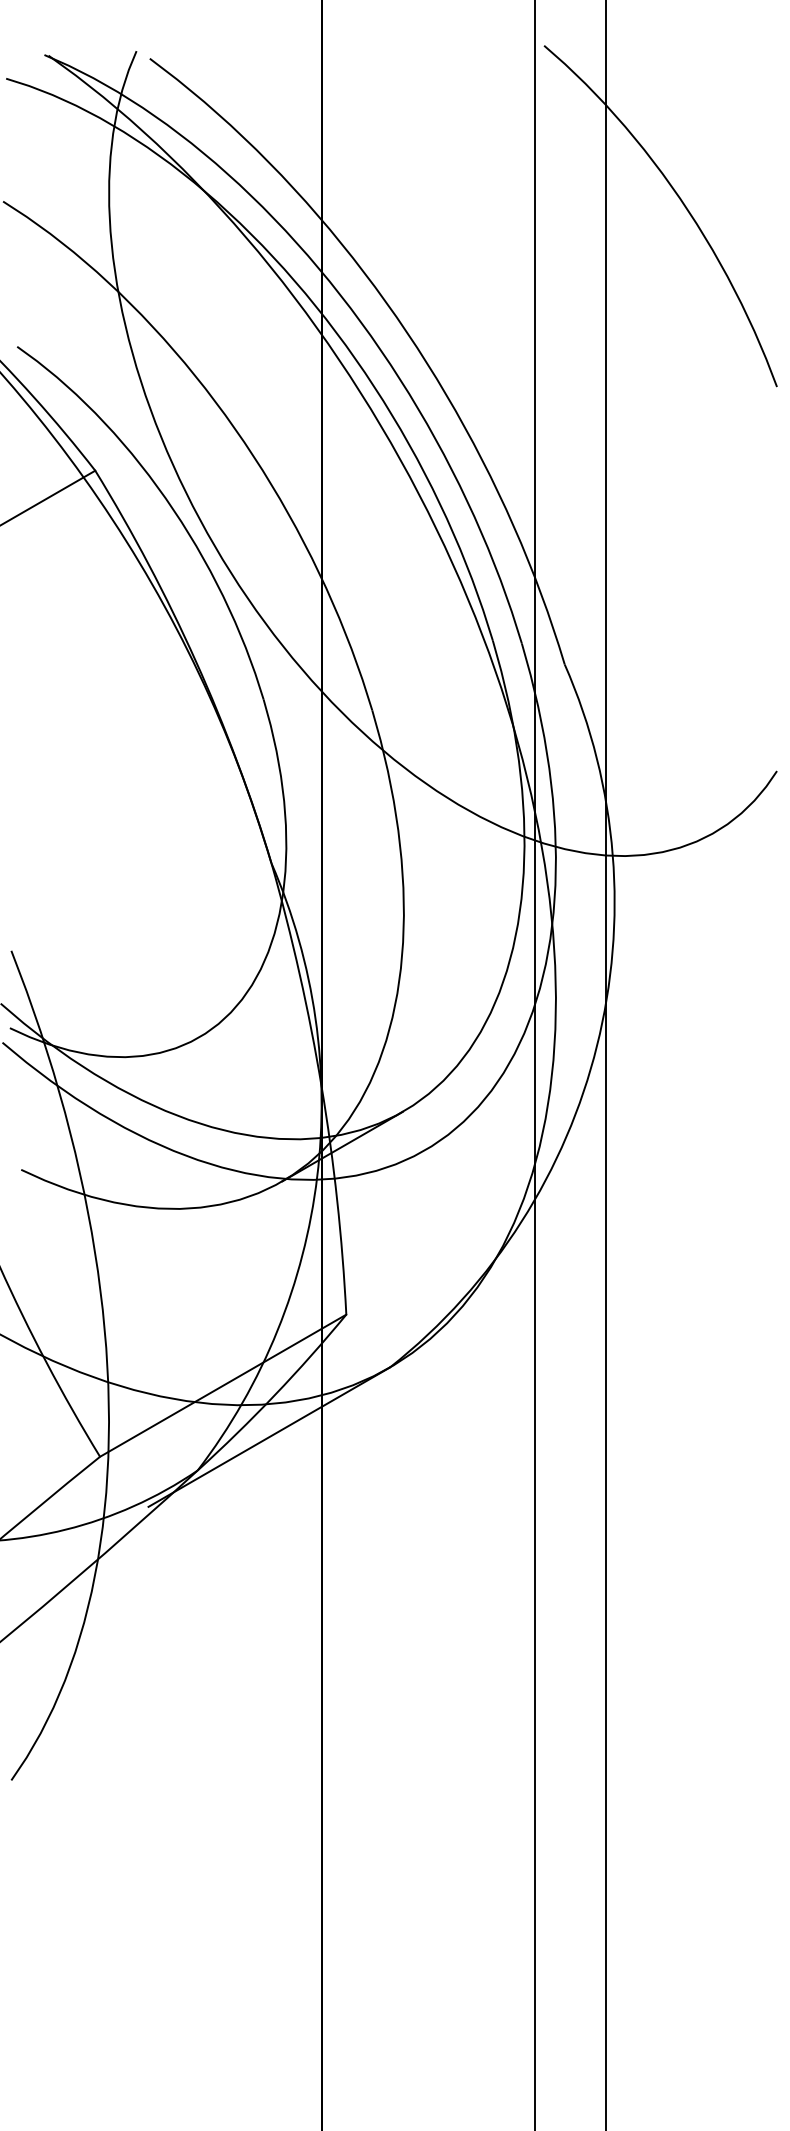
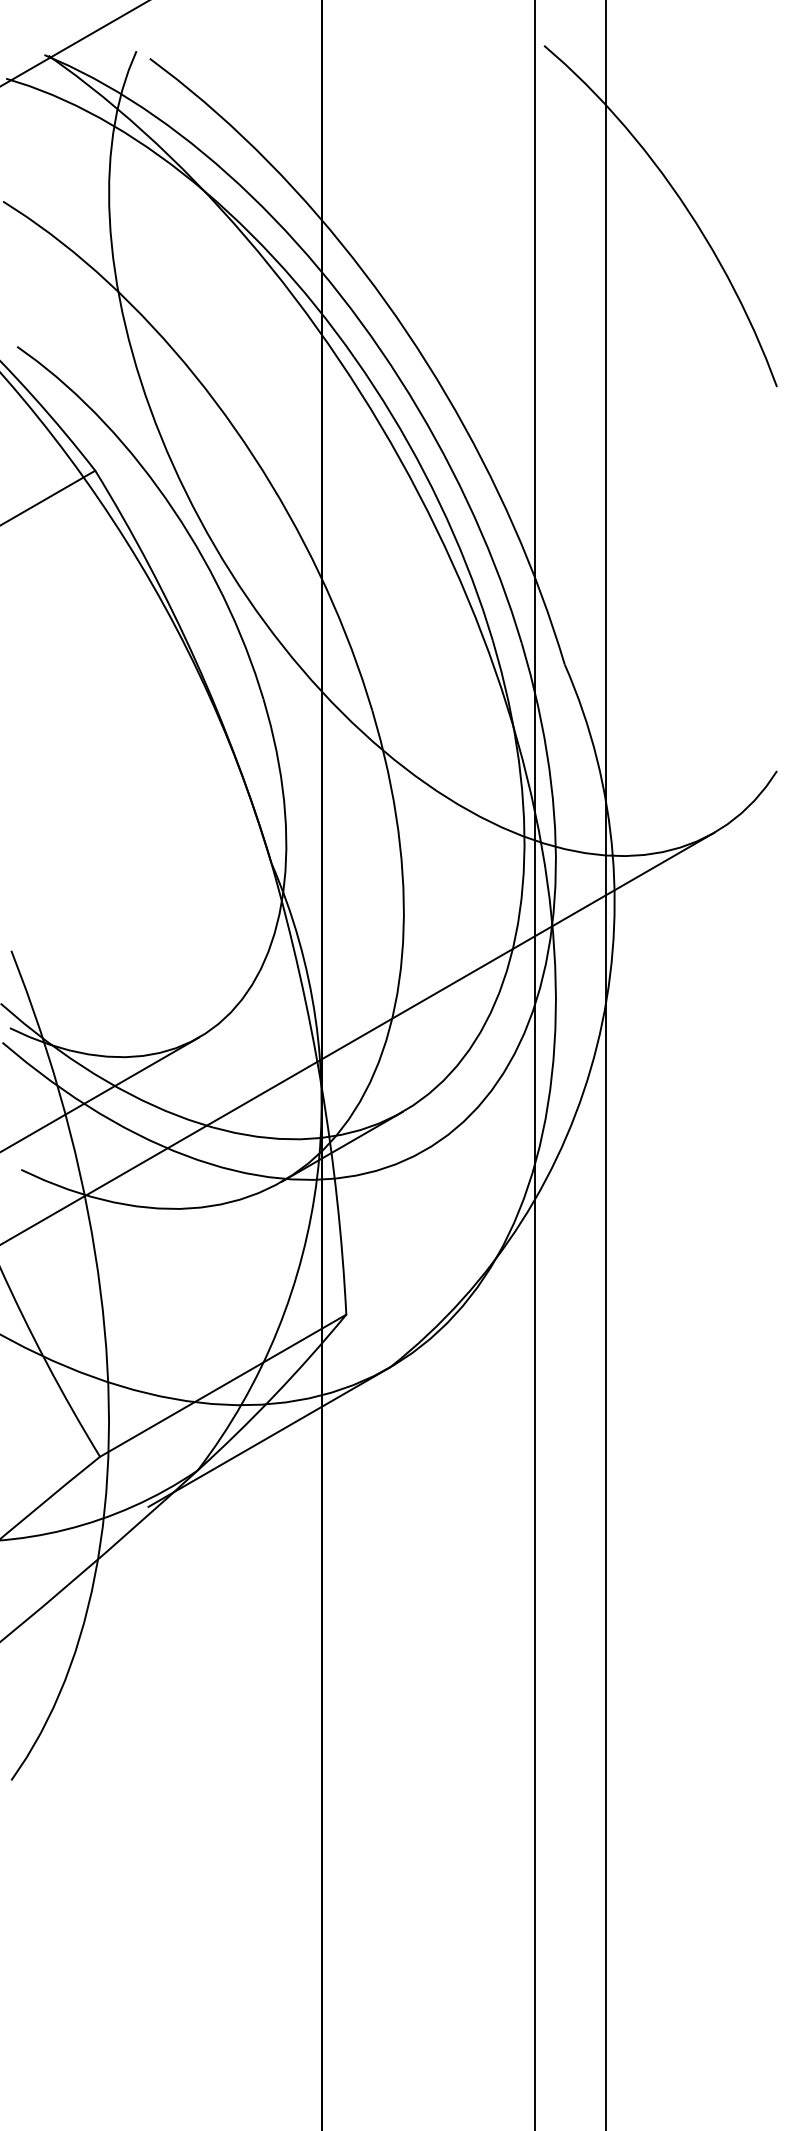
line at (74, 43): none -> present
line at (358, 1037): none -> present
line at (100, 1094): none -> present
